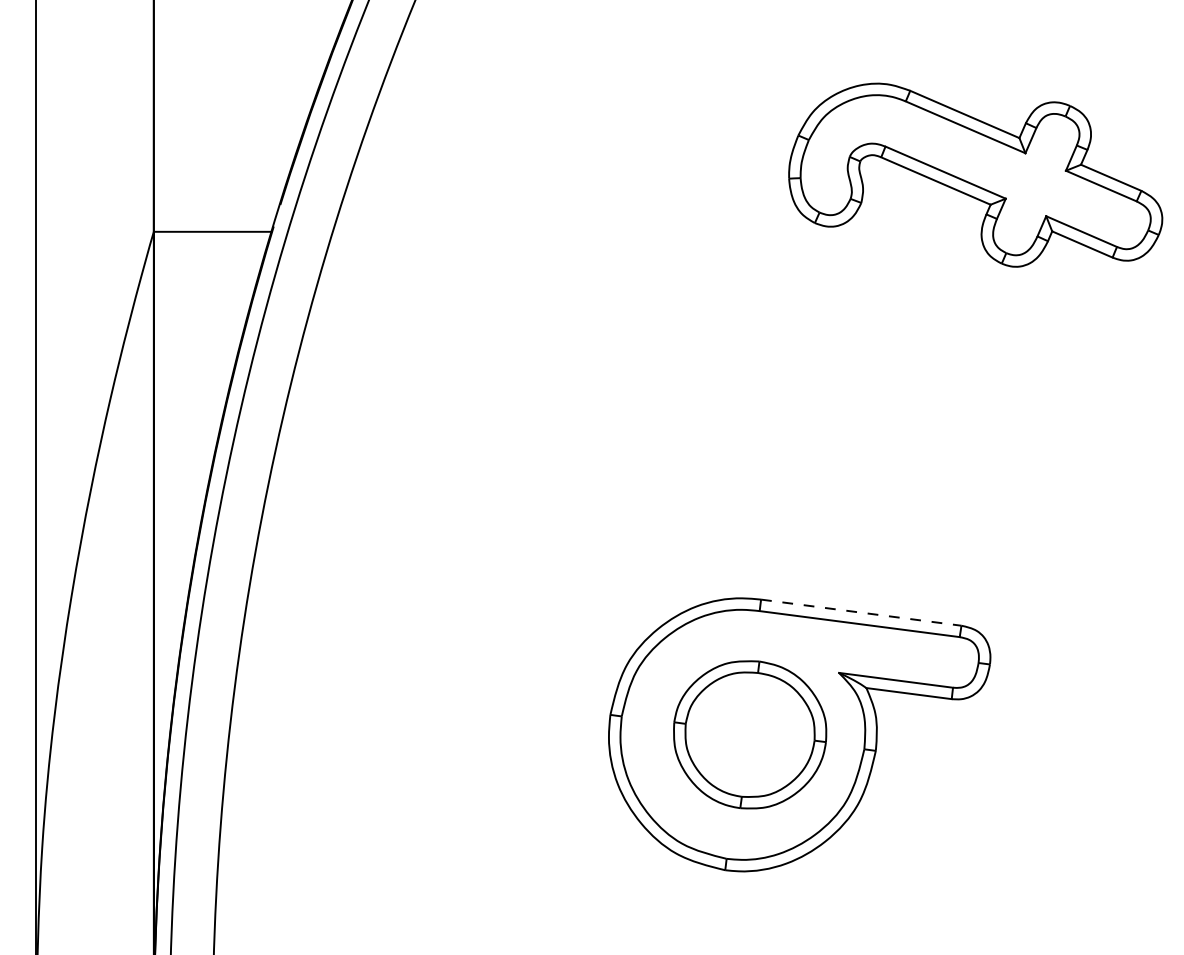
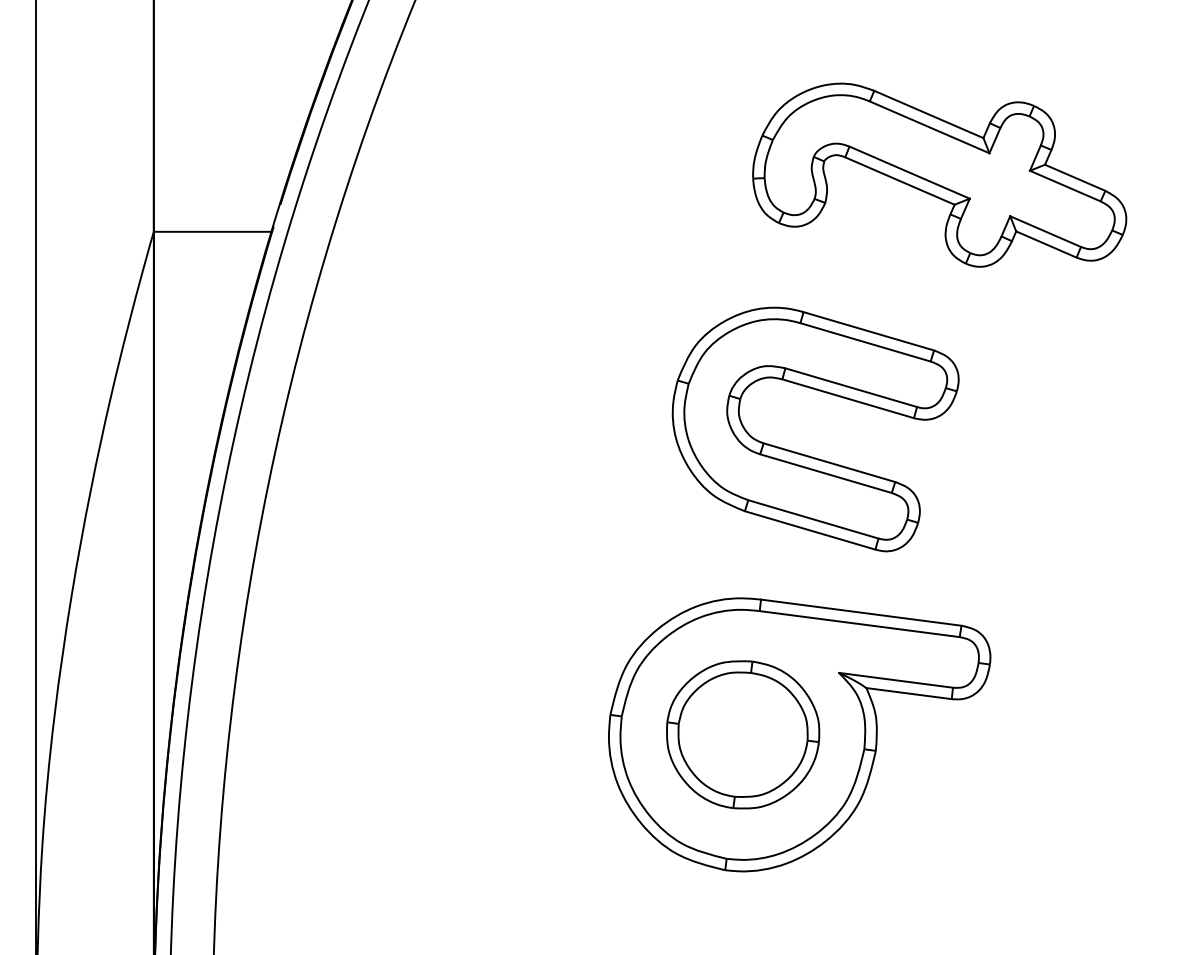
part at (975, 174) position: (975, 174) -> (939, 174)
part at (809, 455): none -> present
line at (861, 612): dashed -> solid
part at (750, 734) position: (750, 734) -> (743, 734)
